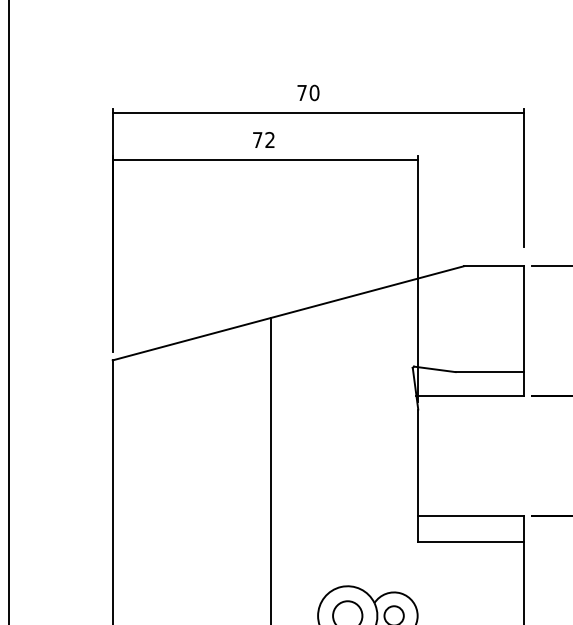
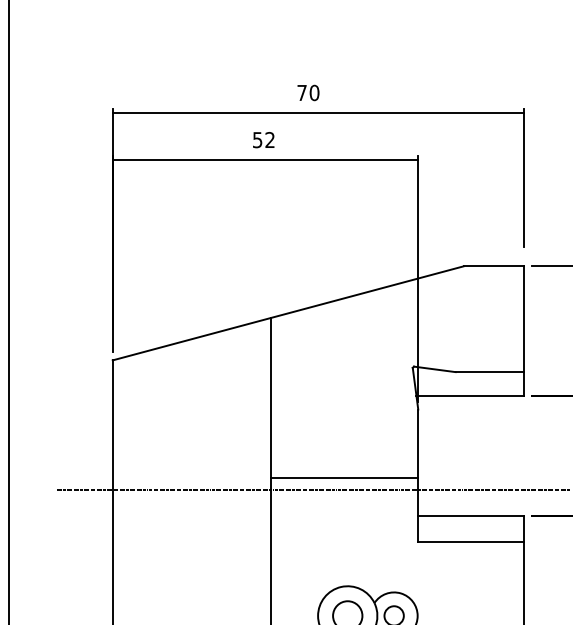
text at (257, 140): 72 -> 52
line at (344, 477): none -> present
line at (312, 489): none -> present
